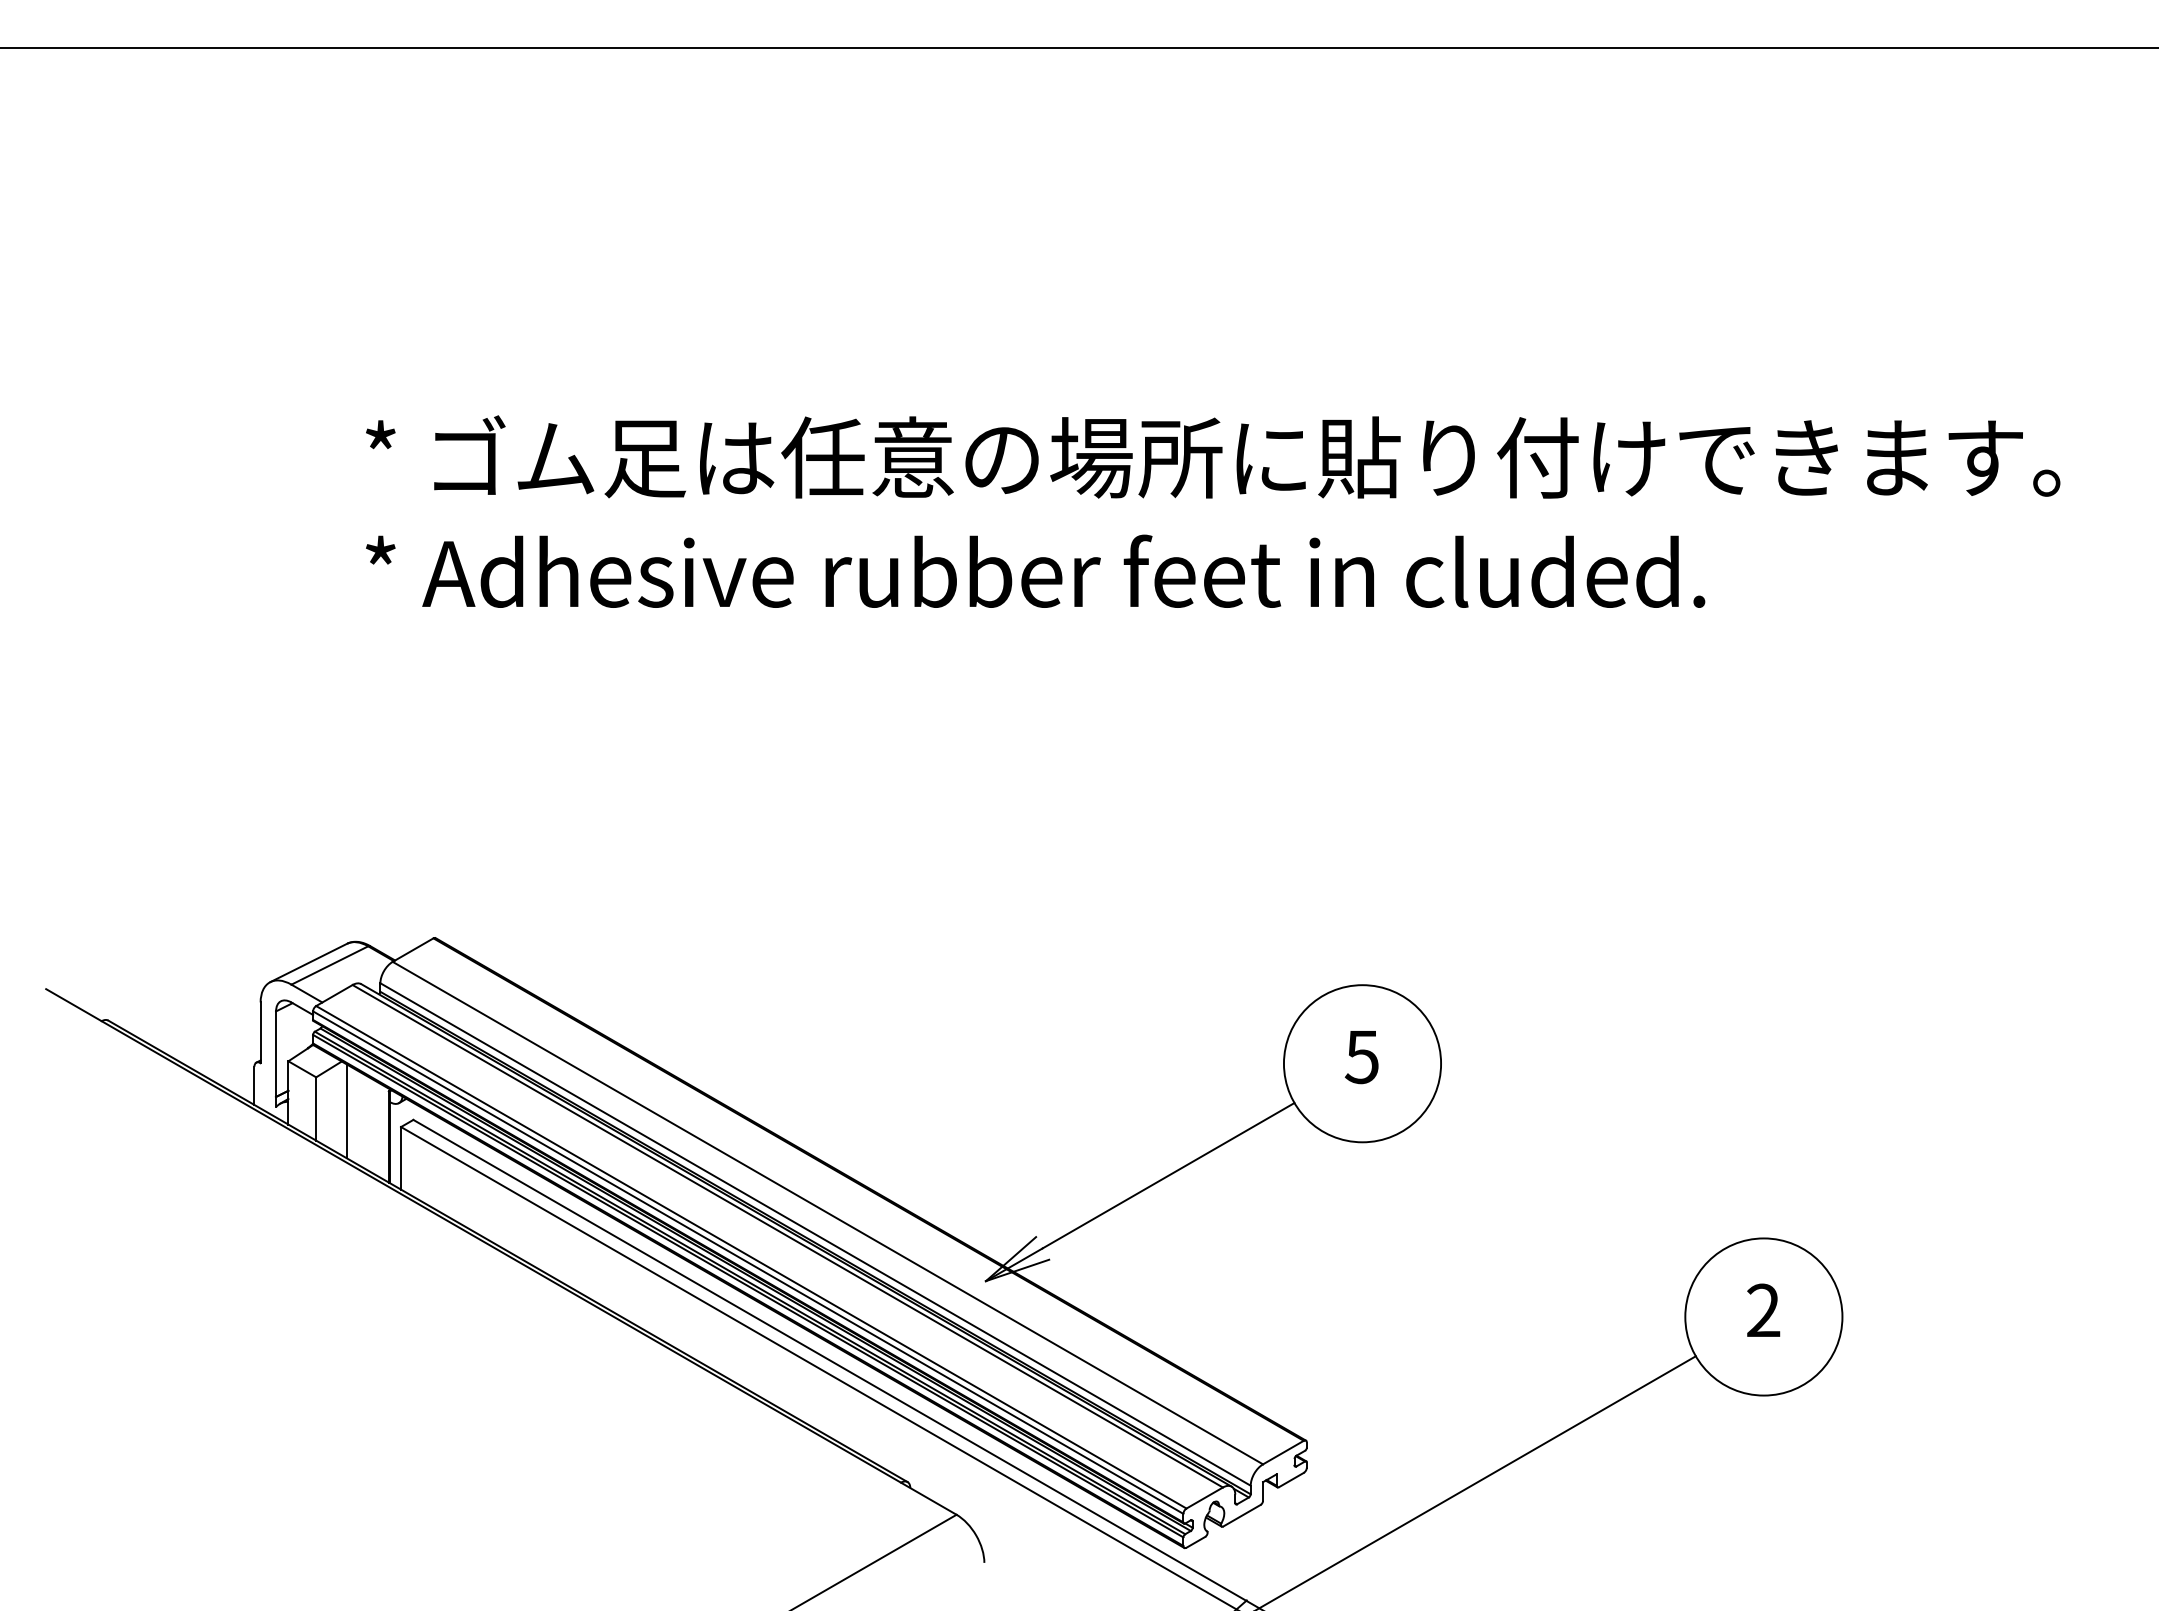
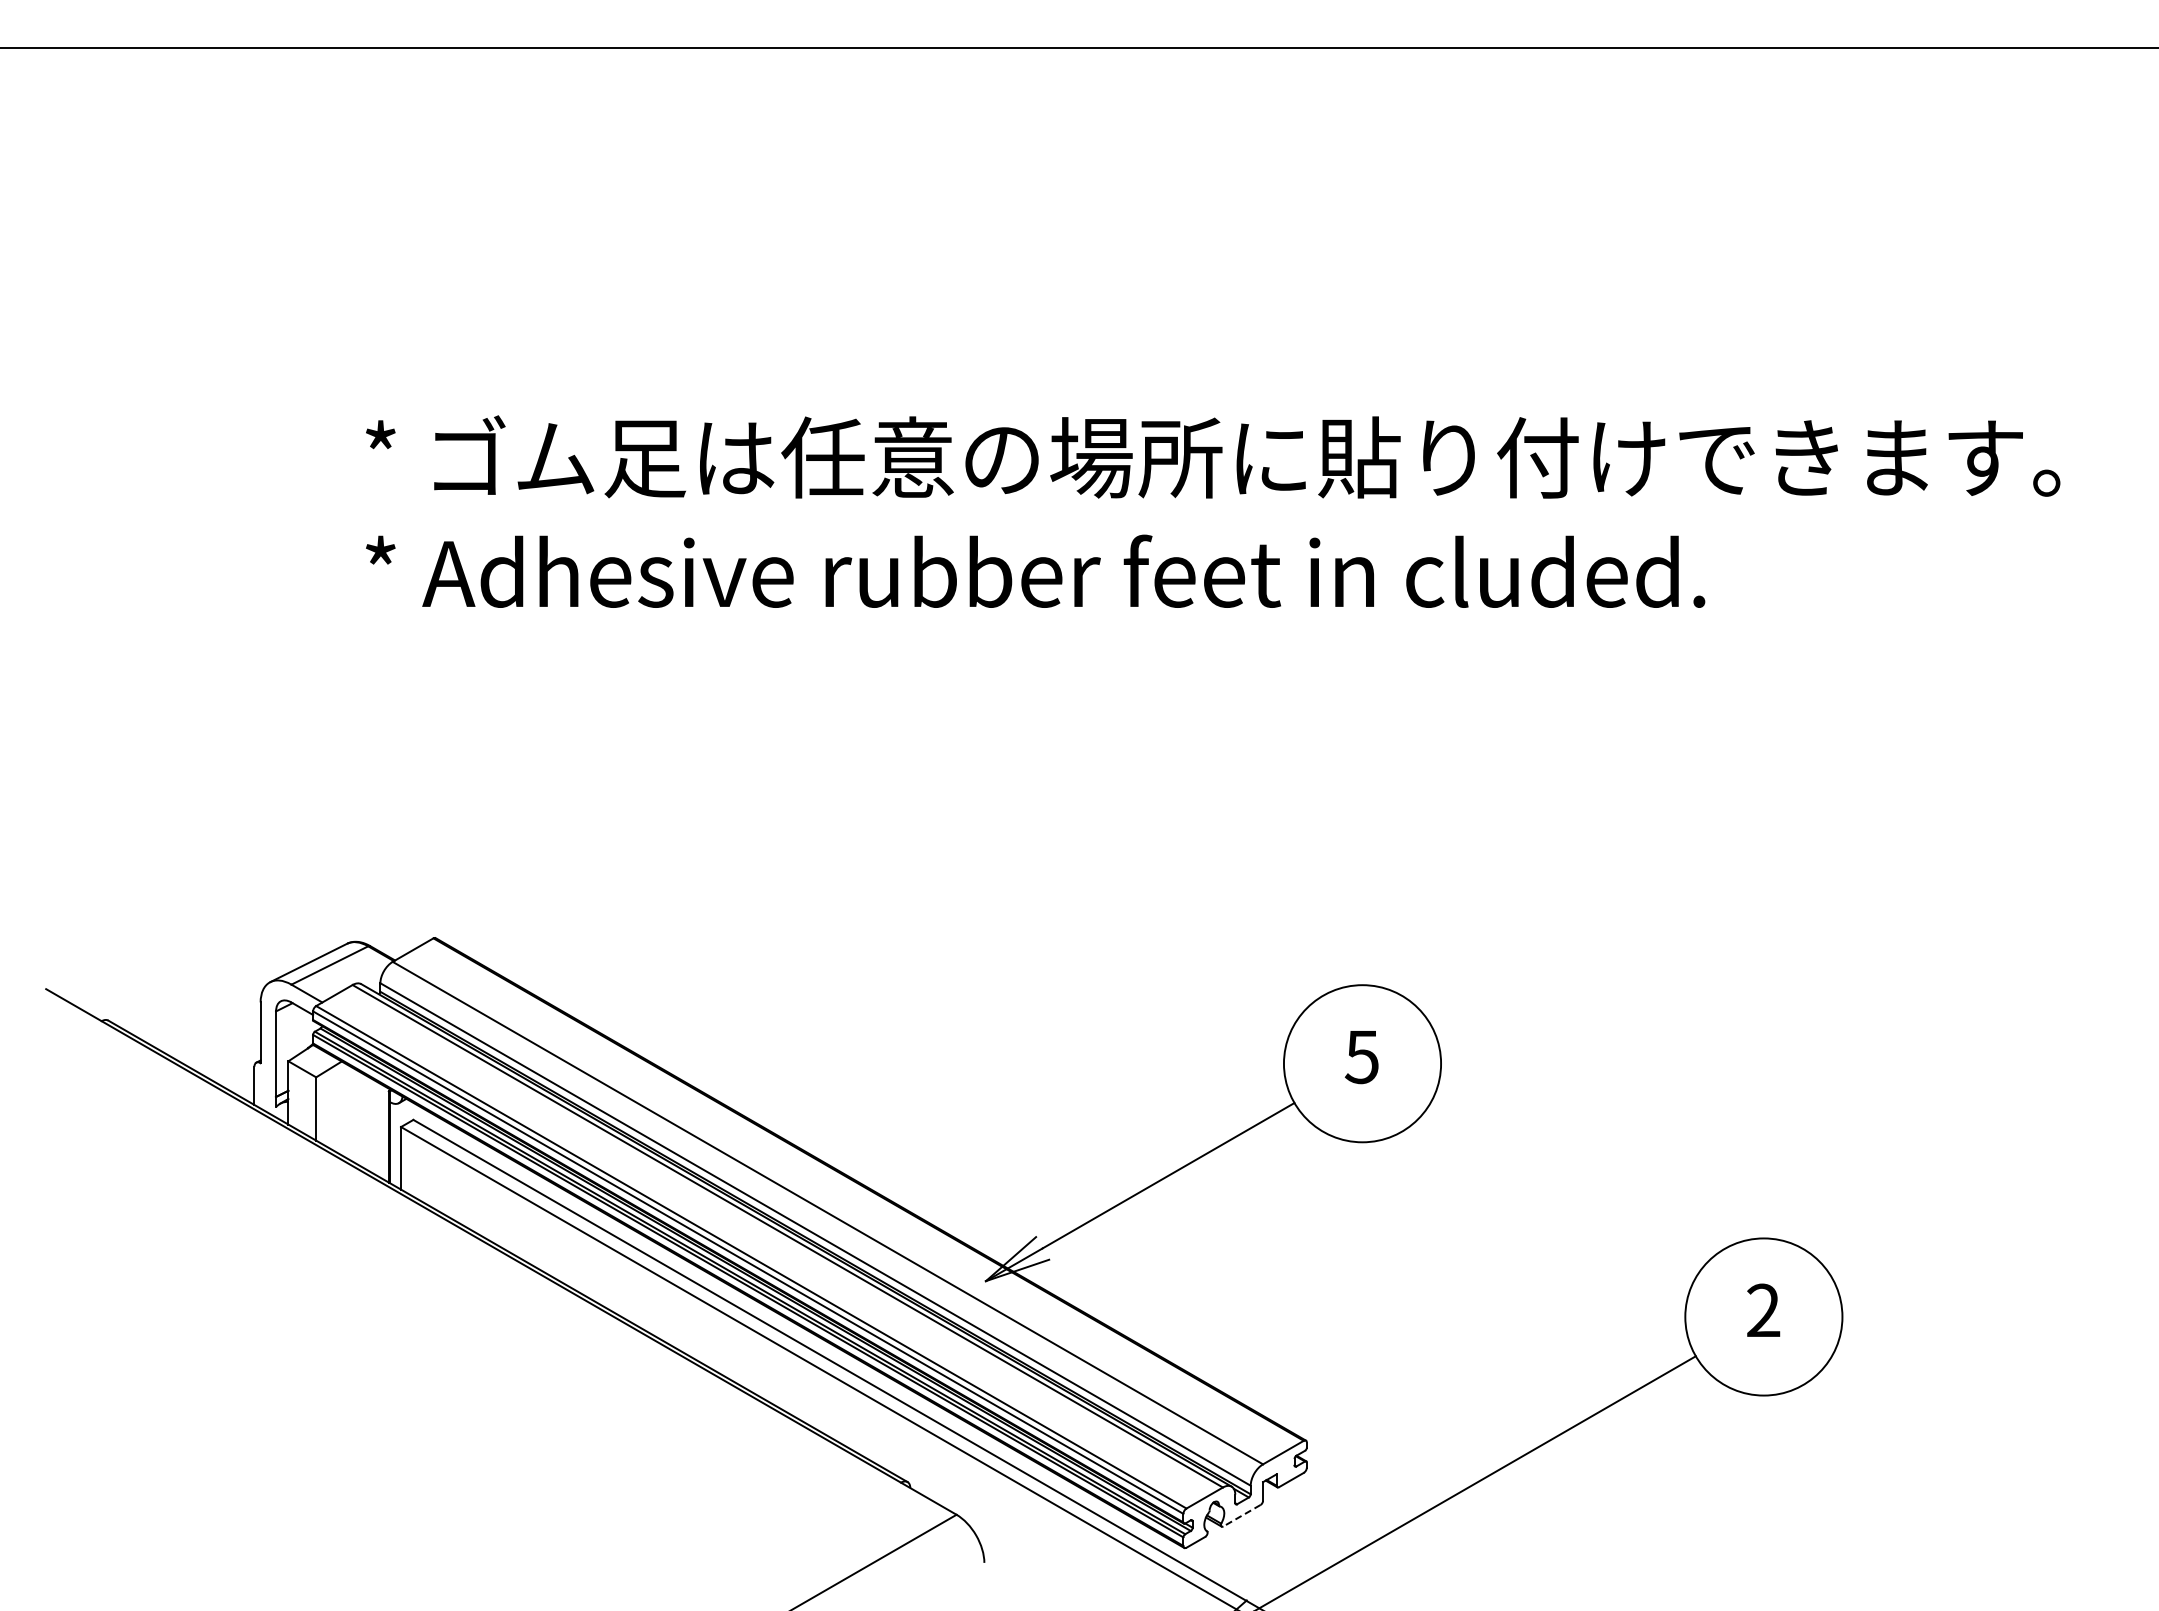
line at (347, 1111): present -> none
line at (1241, 1515): solid -> dashed
